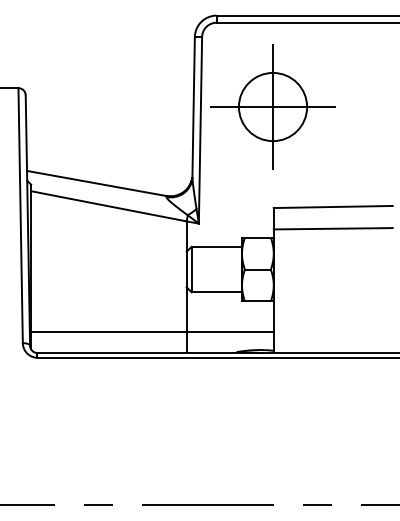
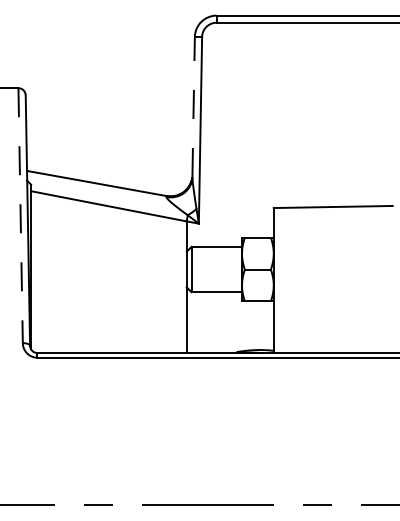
line at (193, 106): solid -> dashed
part at (272, 106): present -> none
line at (20, 215): solid -> dashed
line at (332, 228): present -> none
line at (152, 331): present -> none
